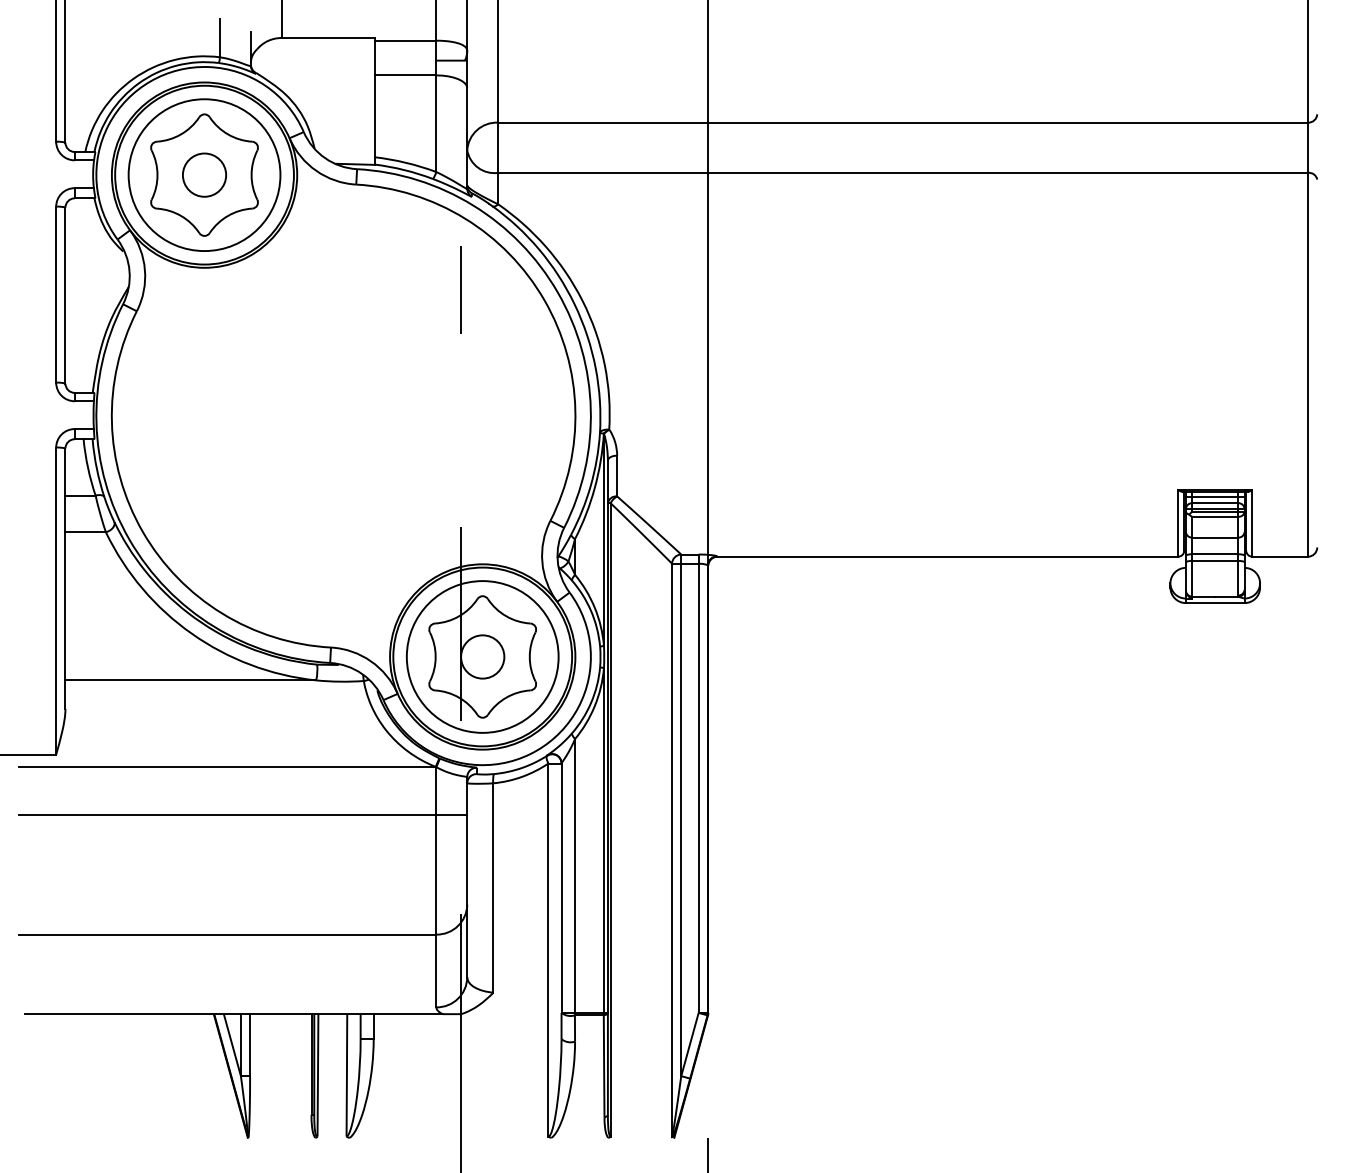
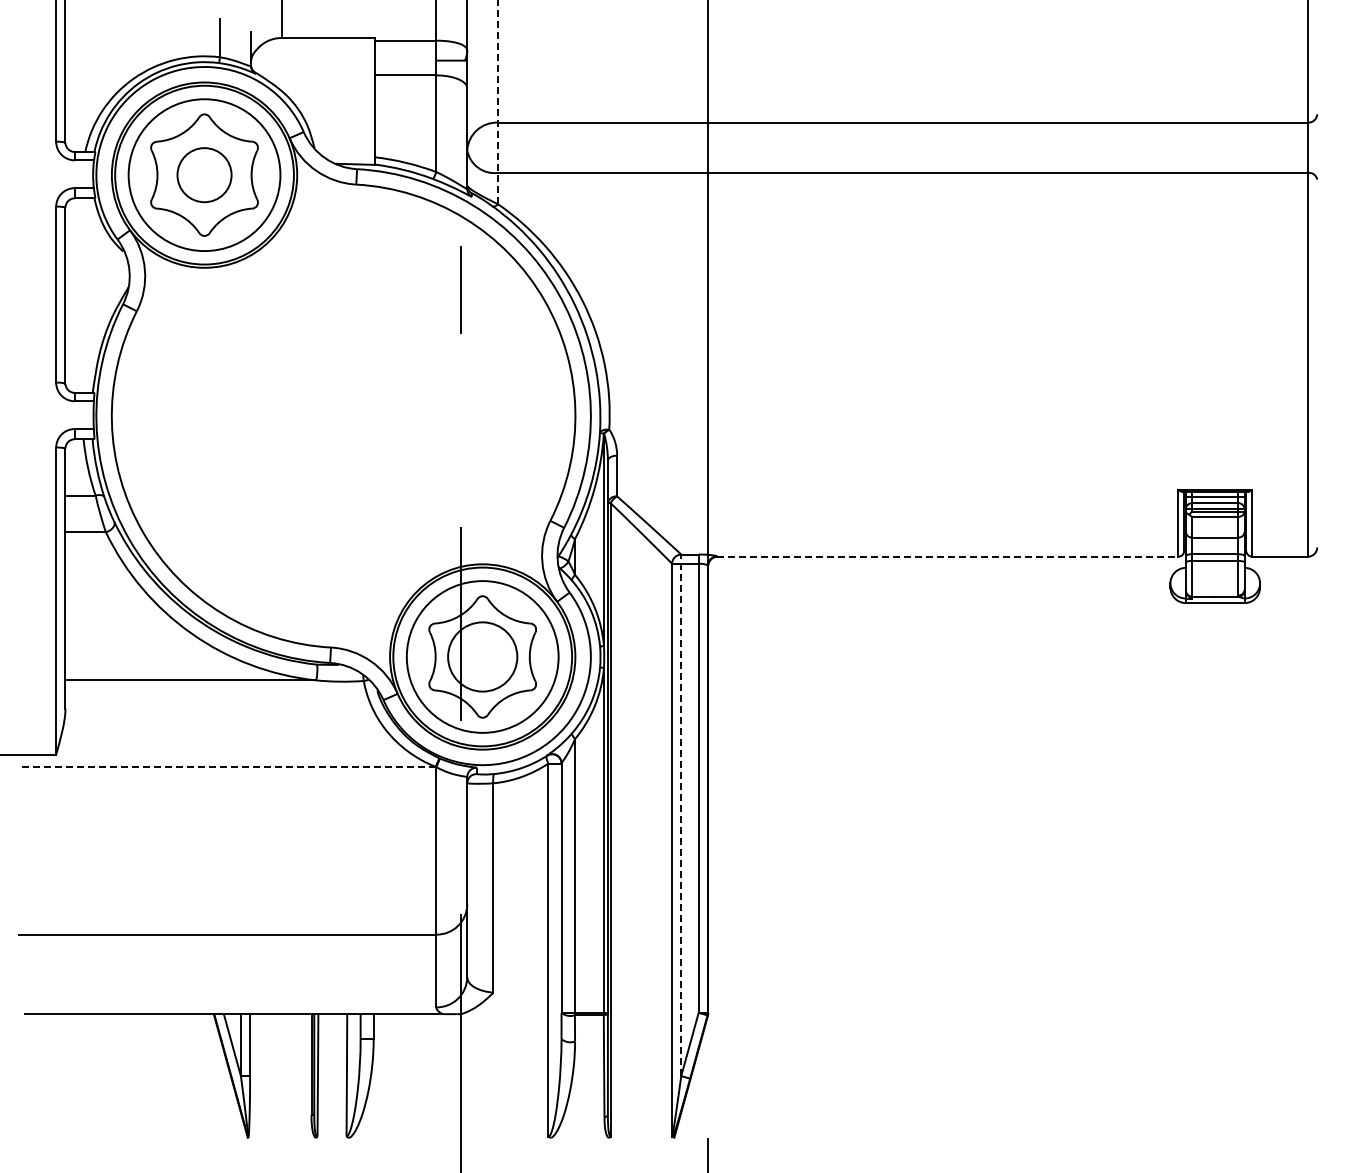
line at (498, 102): solid -> dashed
circle at (204, 174) diameter: 43 px -> 54 px
line at (948, 556): solid -> dashed
circle at (482, 656) diameter: 43 px -> 69 px
line at (226, 766): solid -> dashed
line at (243, 814): present -> none
line at (681, 815): solid -> dashed
